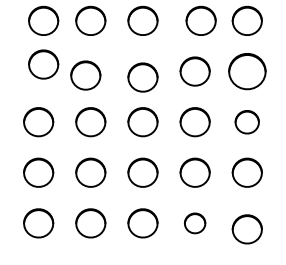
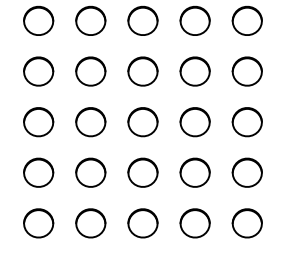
part at (43, 20) position: (43, 20) -> (38, 20)
part at (200, 20) position: (200, 20) -> (194, 20)
part at (43, 64) position: (43, 64) -> (38, 71)
part at (247, 71) size: 39x38 px -> 32x31 px
part at (85, 75) position: (85, 75) -> (90, 71)
part at (142, 77) position: (142, 77) -> (142, 71)
part at (246, 122) size: 26x25 px -> 32x31 px
part at (195, 223) size: 23x23 px -> 32x31 px
part at (246, 229) position: (246, 229) -> (246, 223)
